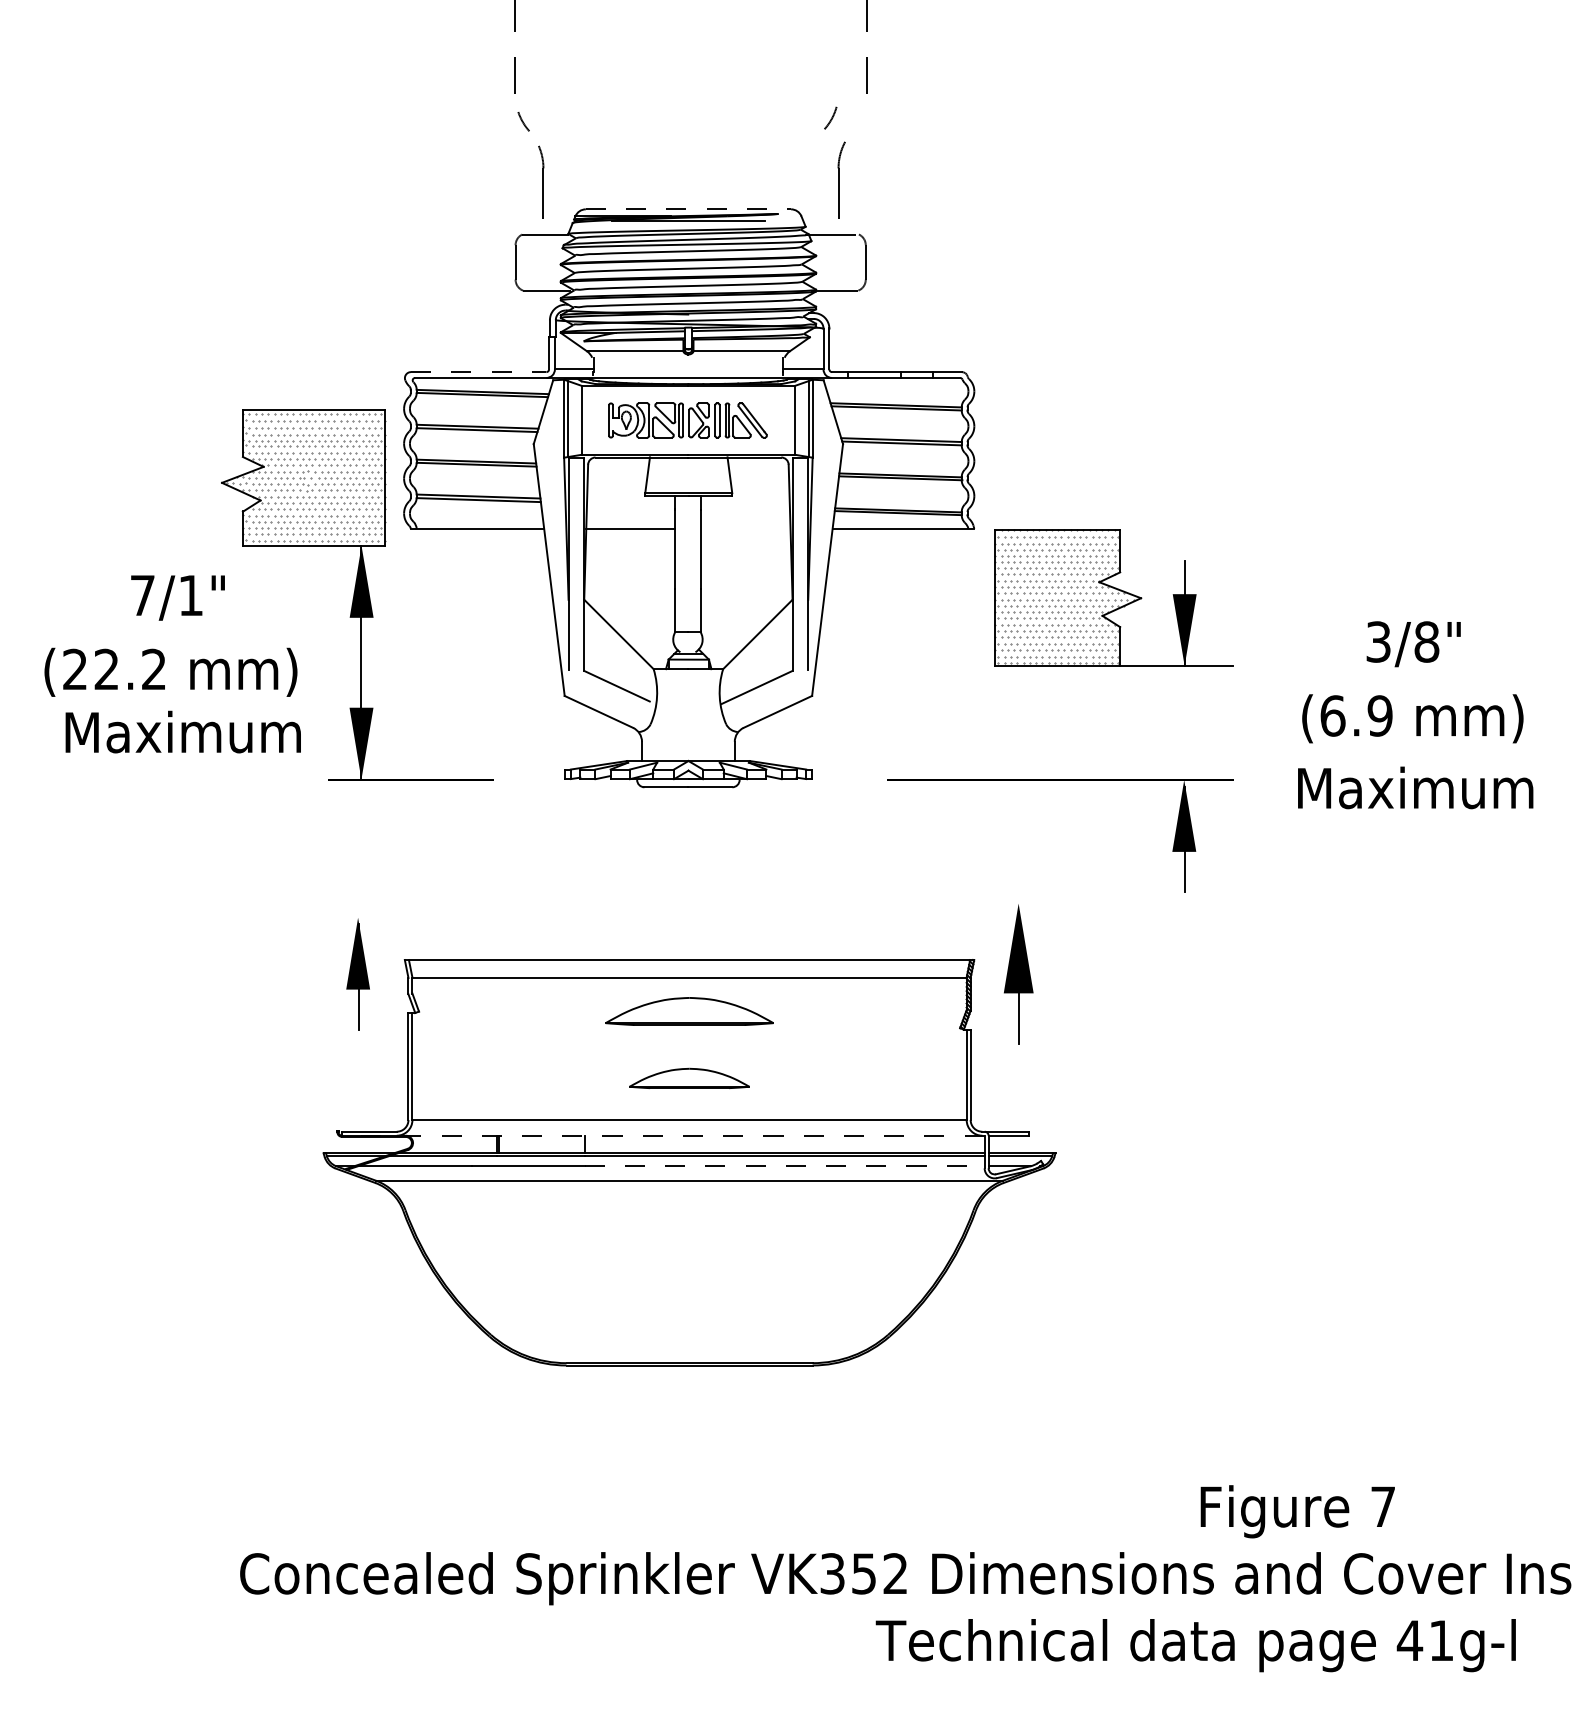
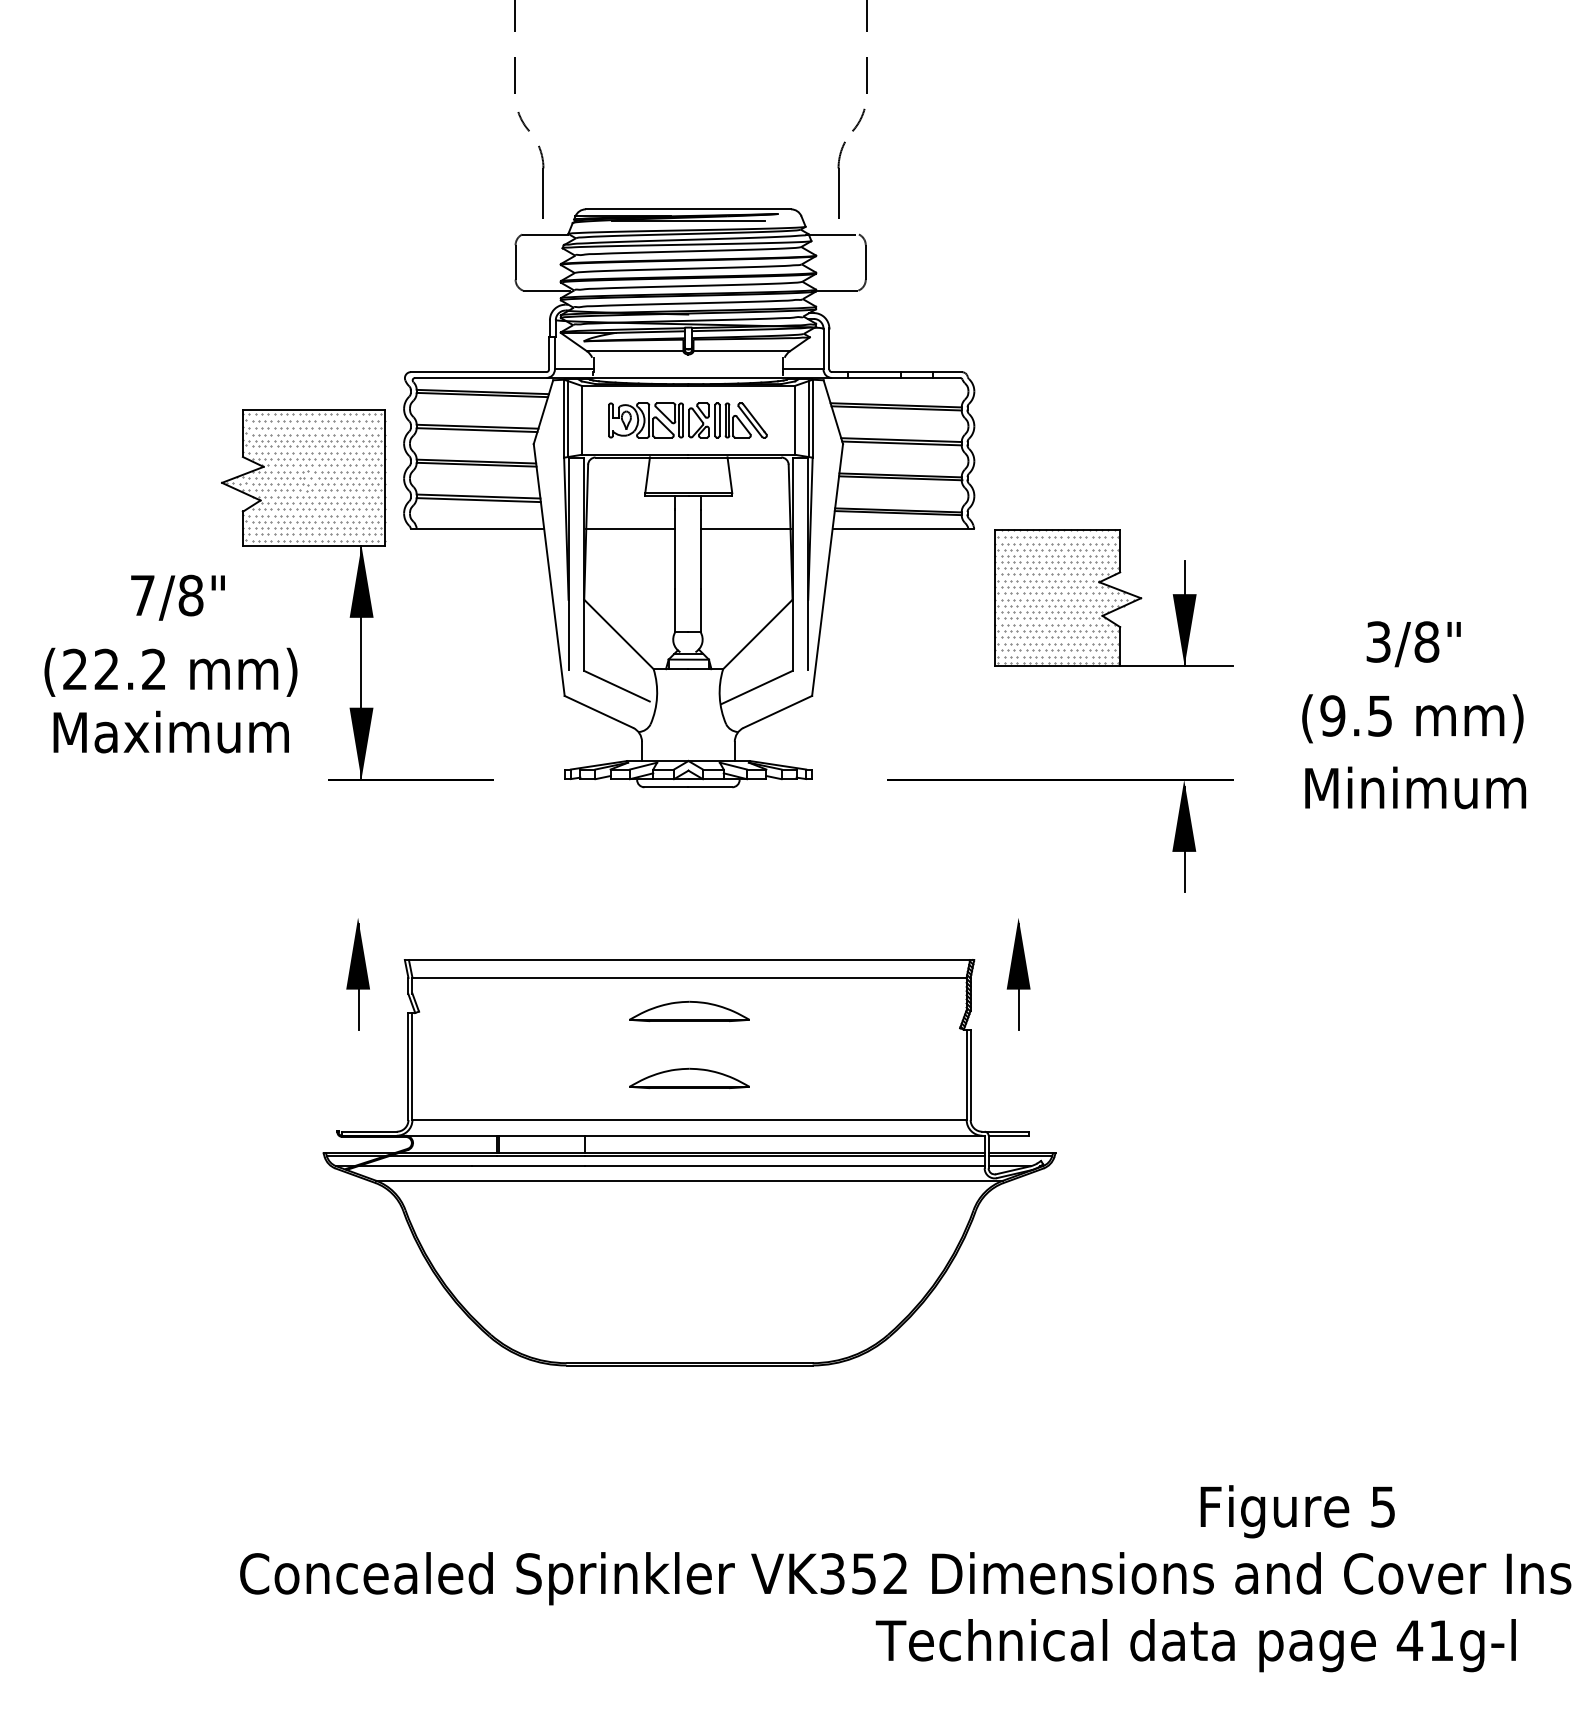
arc at (831, 117) position: (831, 117) -> (859, 119)
line at (688, 209): dashed -> solid
line at (478, 372): dashed -> solid
line at (745, 528): none -> present
text at (190, 595): 7/1" -> 7/8"
text at (1356, 715): (6.9 -> (9.5
text at (182, 731) position: (182, 731) -> (170, 731)
text at (1415, 787): Maximum -> Minimum
part at (1018, 974) size: 30x141 px -> 25x113 px
part at (689, 1011) size: 169x29 px -> 121x23 px
line at (662, 1135): dashed -> solid
line at (785, 1166): dashed -> solid
text at (1382, 1506): 7 -> 5
